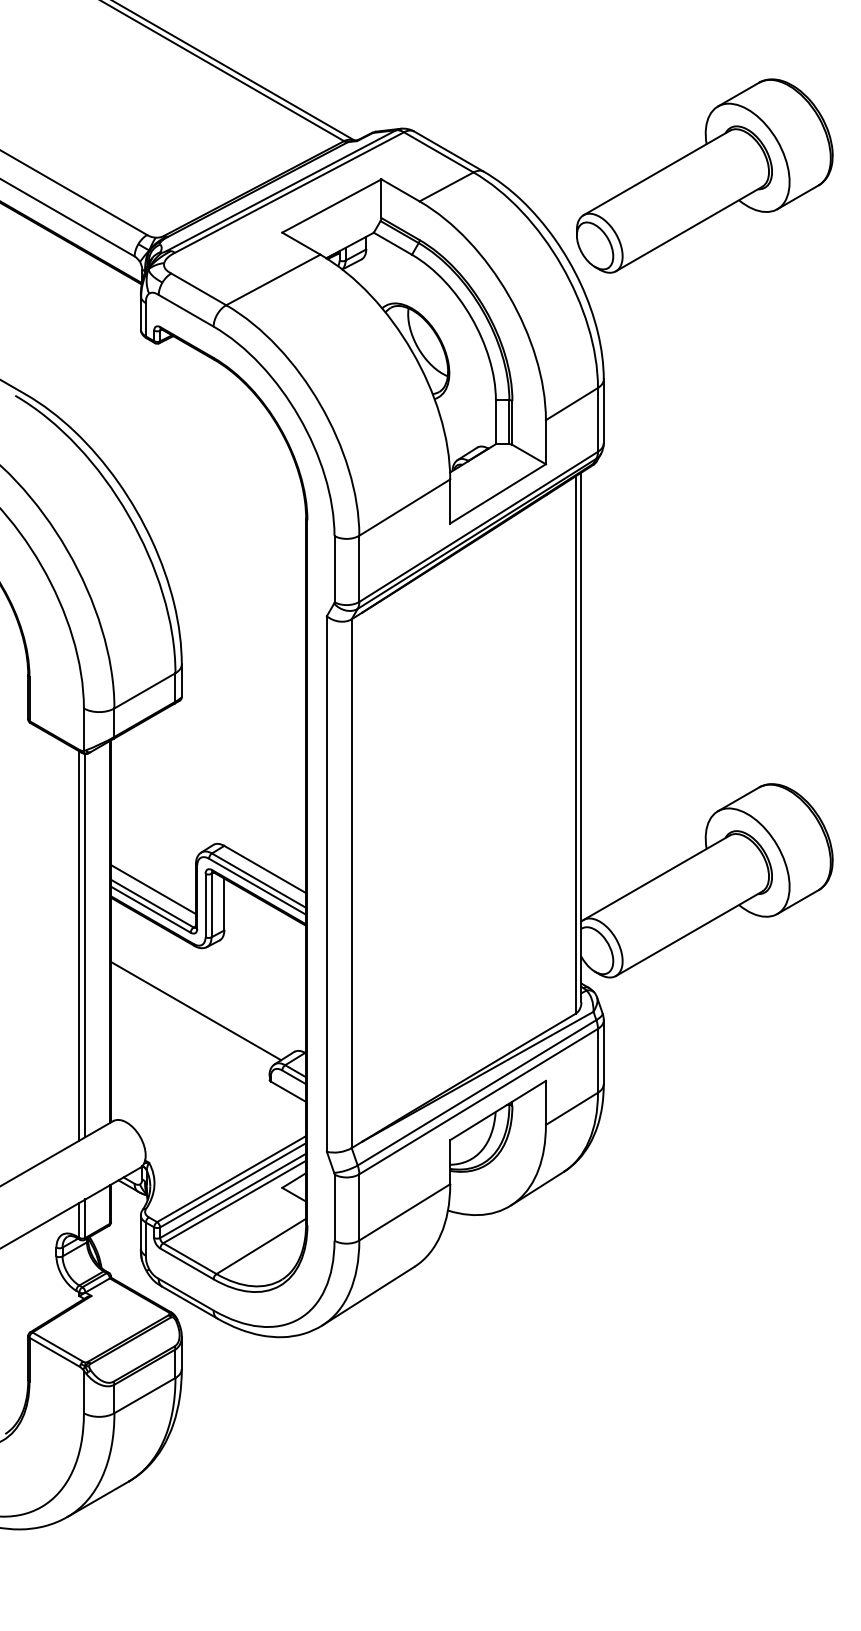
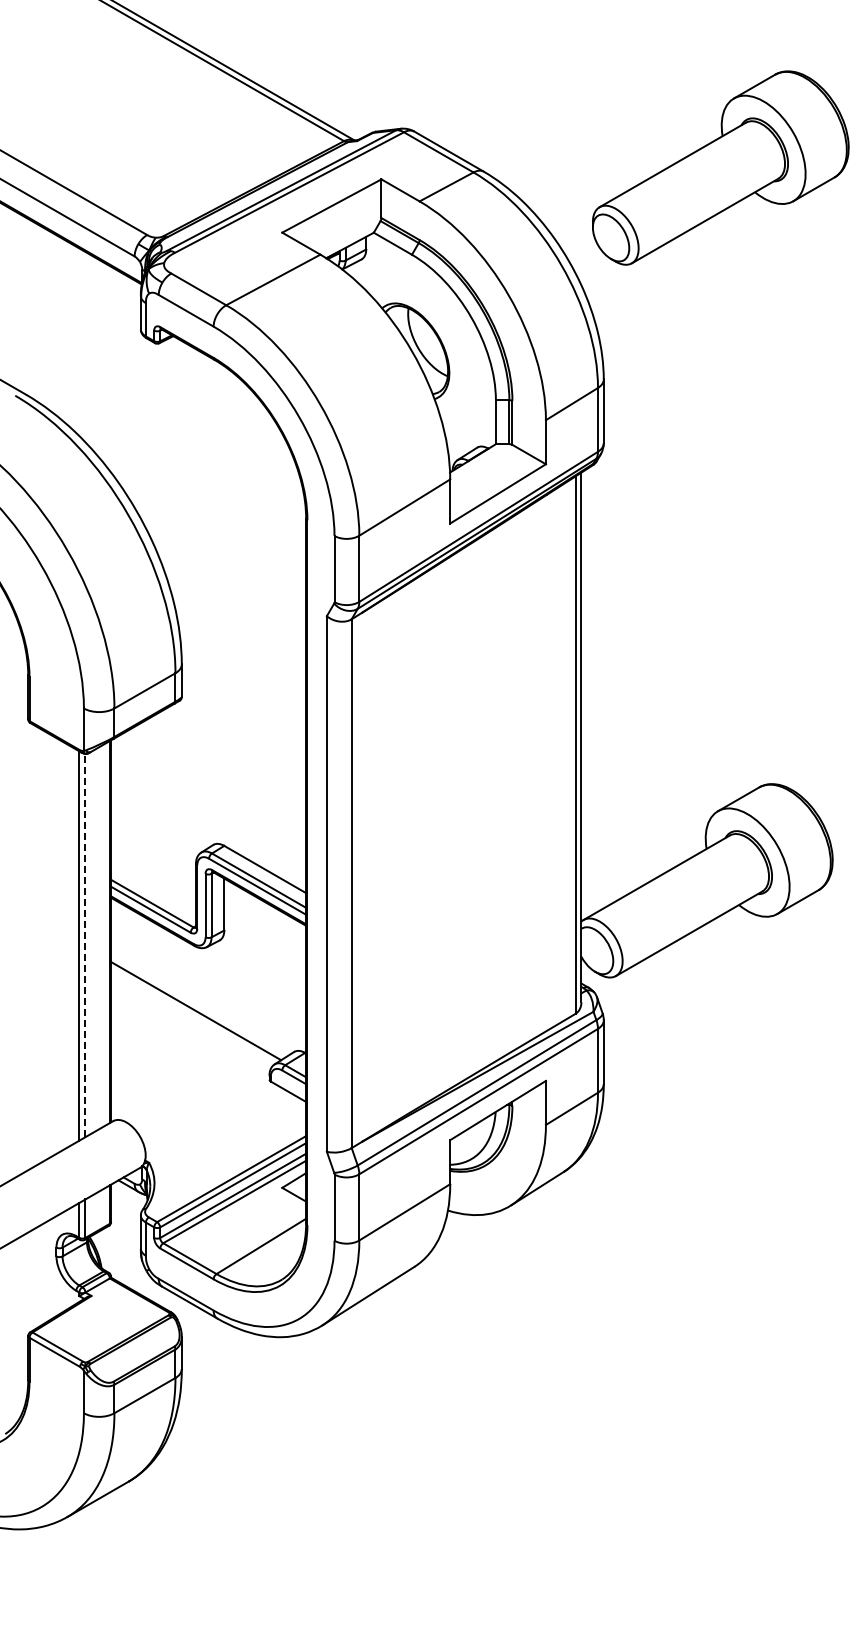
part at (704, 175) position: (704, 175) -> (720, 167)
line at (153, 889): present -> none
line at (85, 945): solid -> dashed
